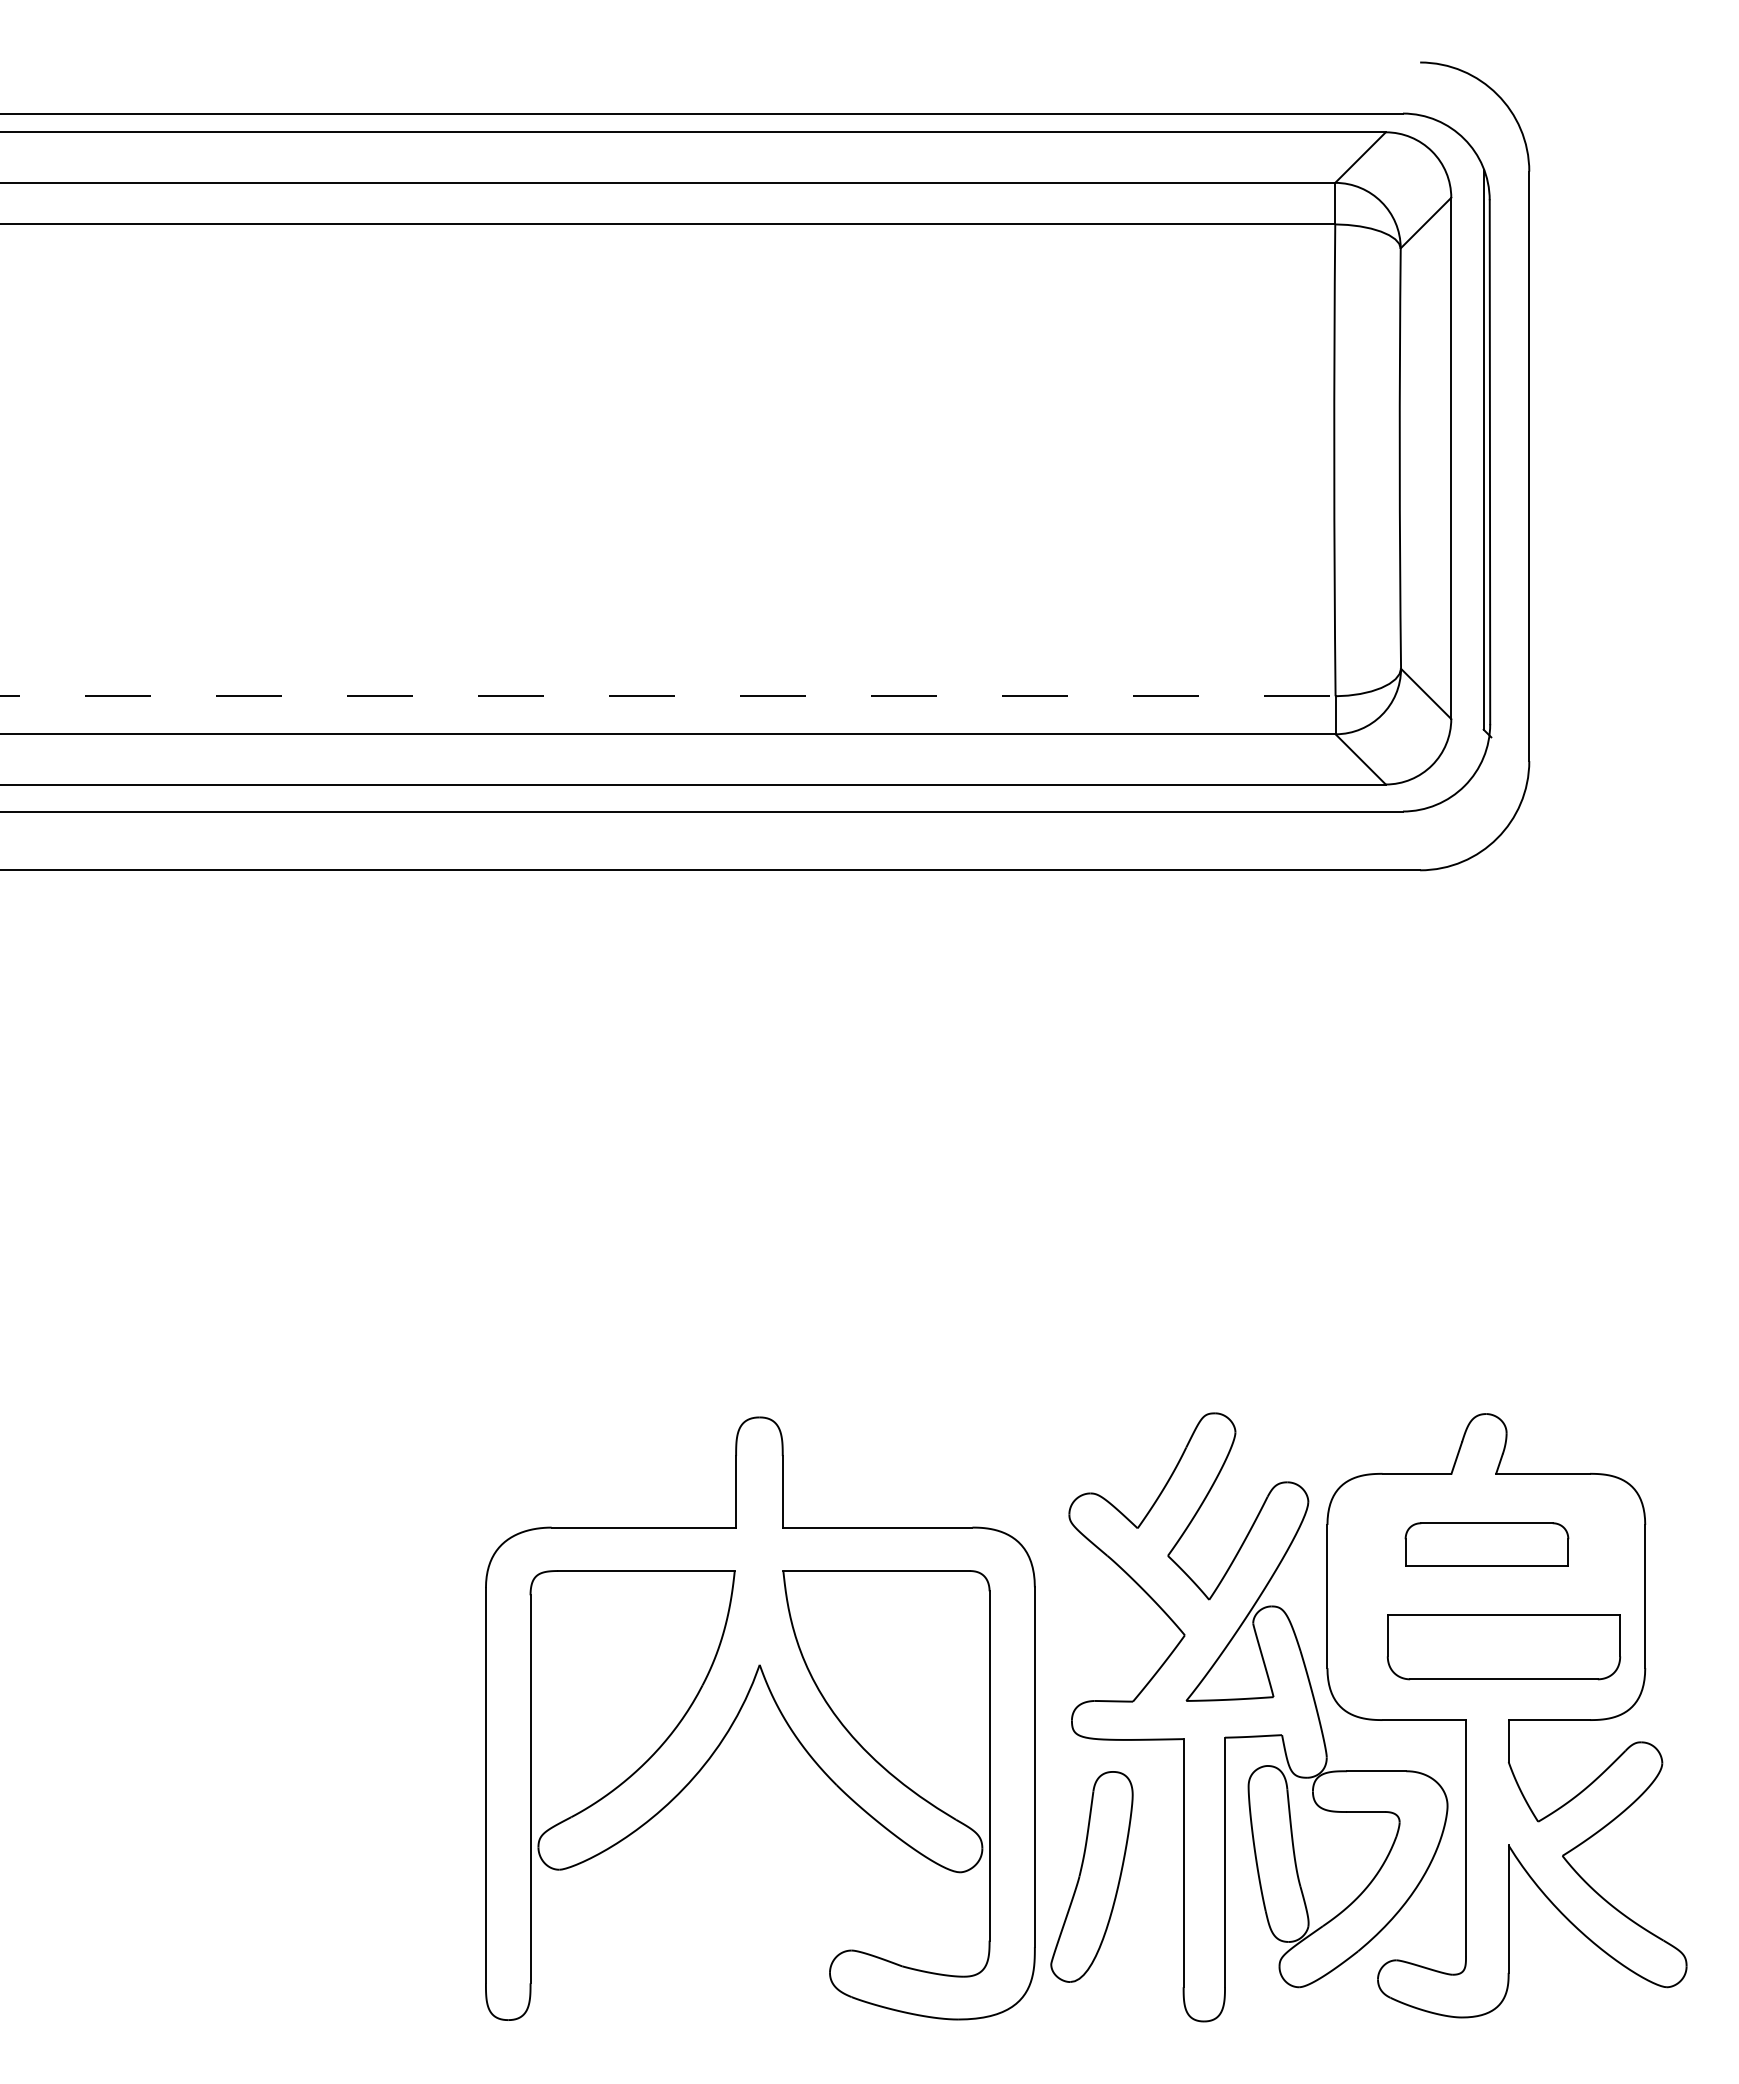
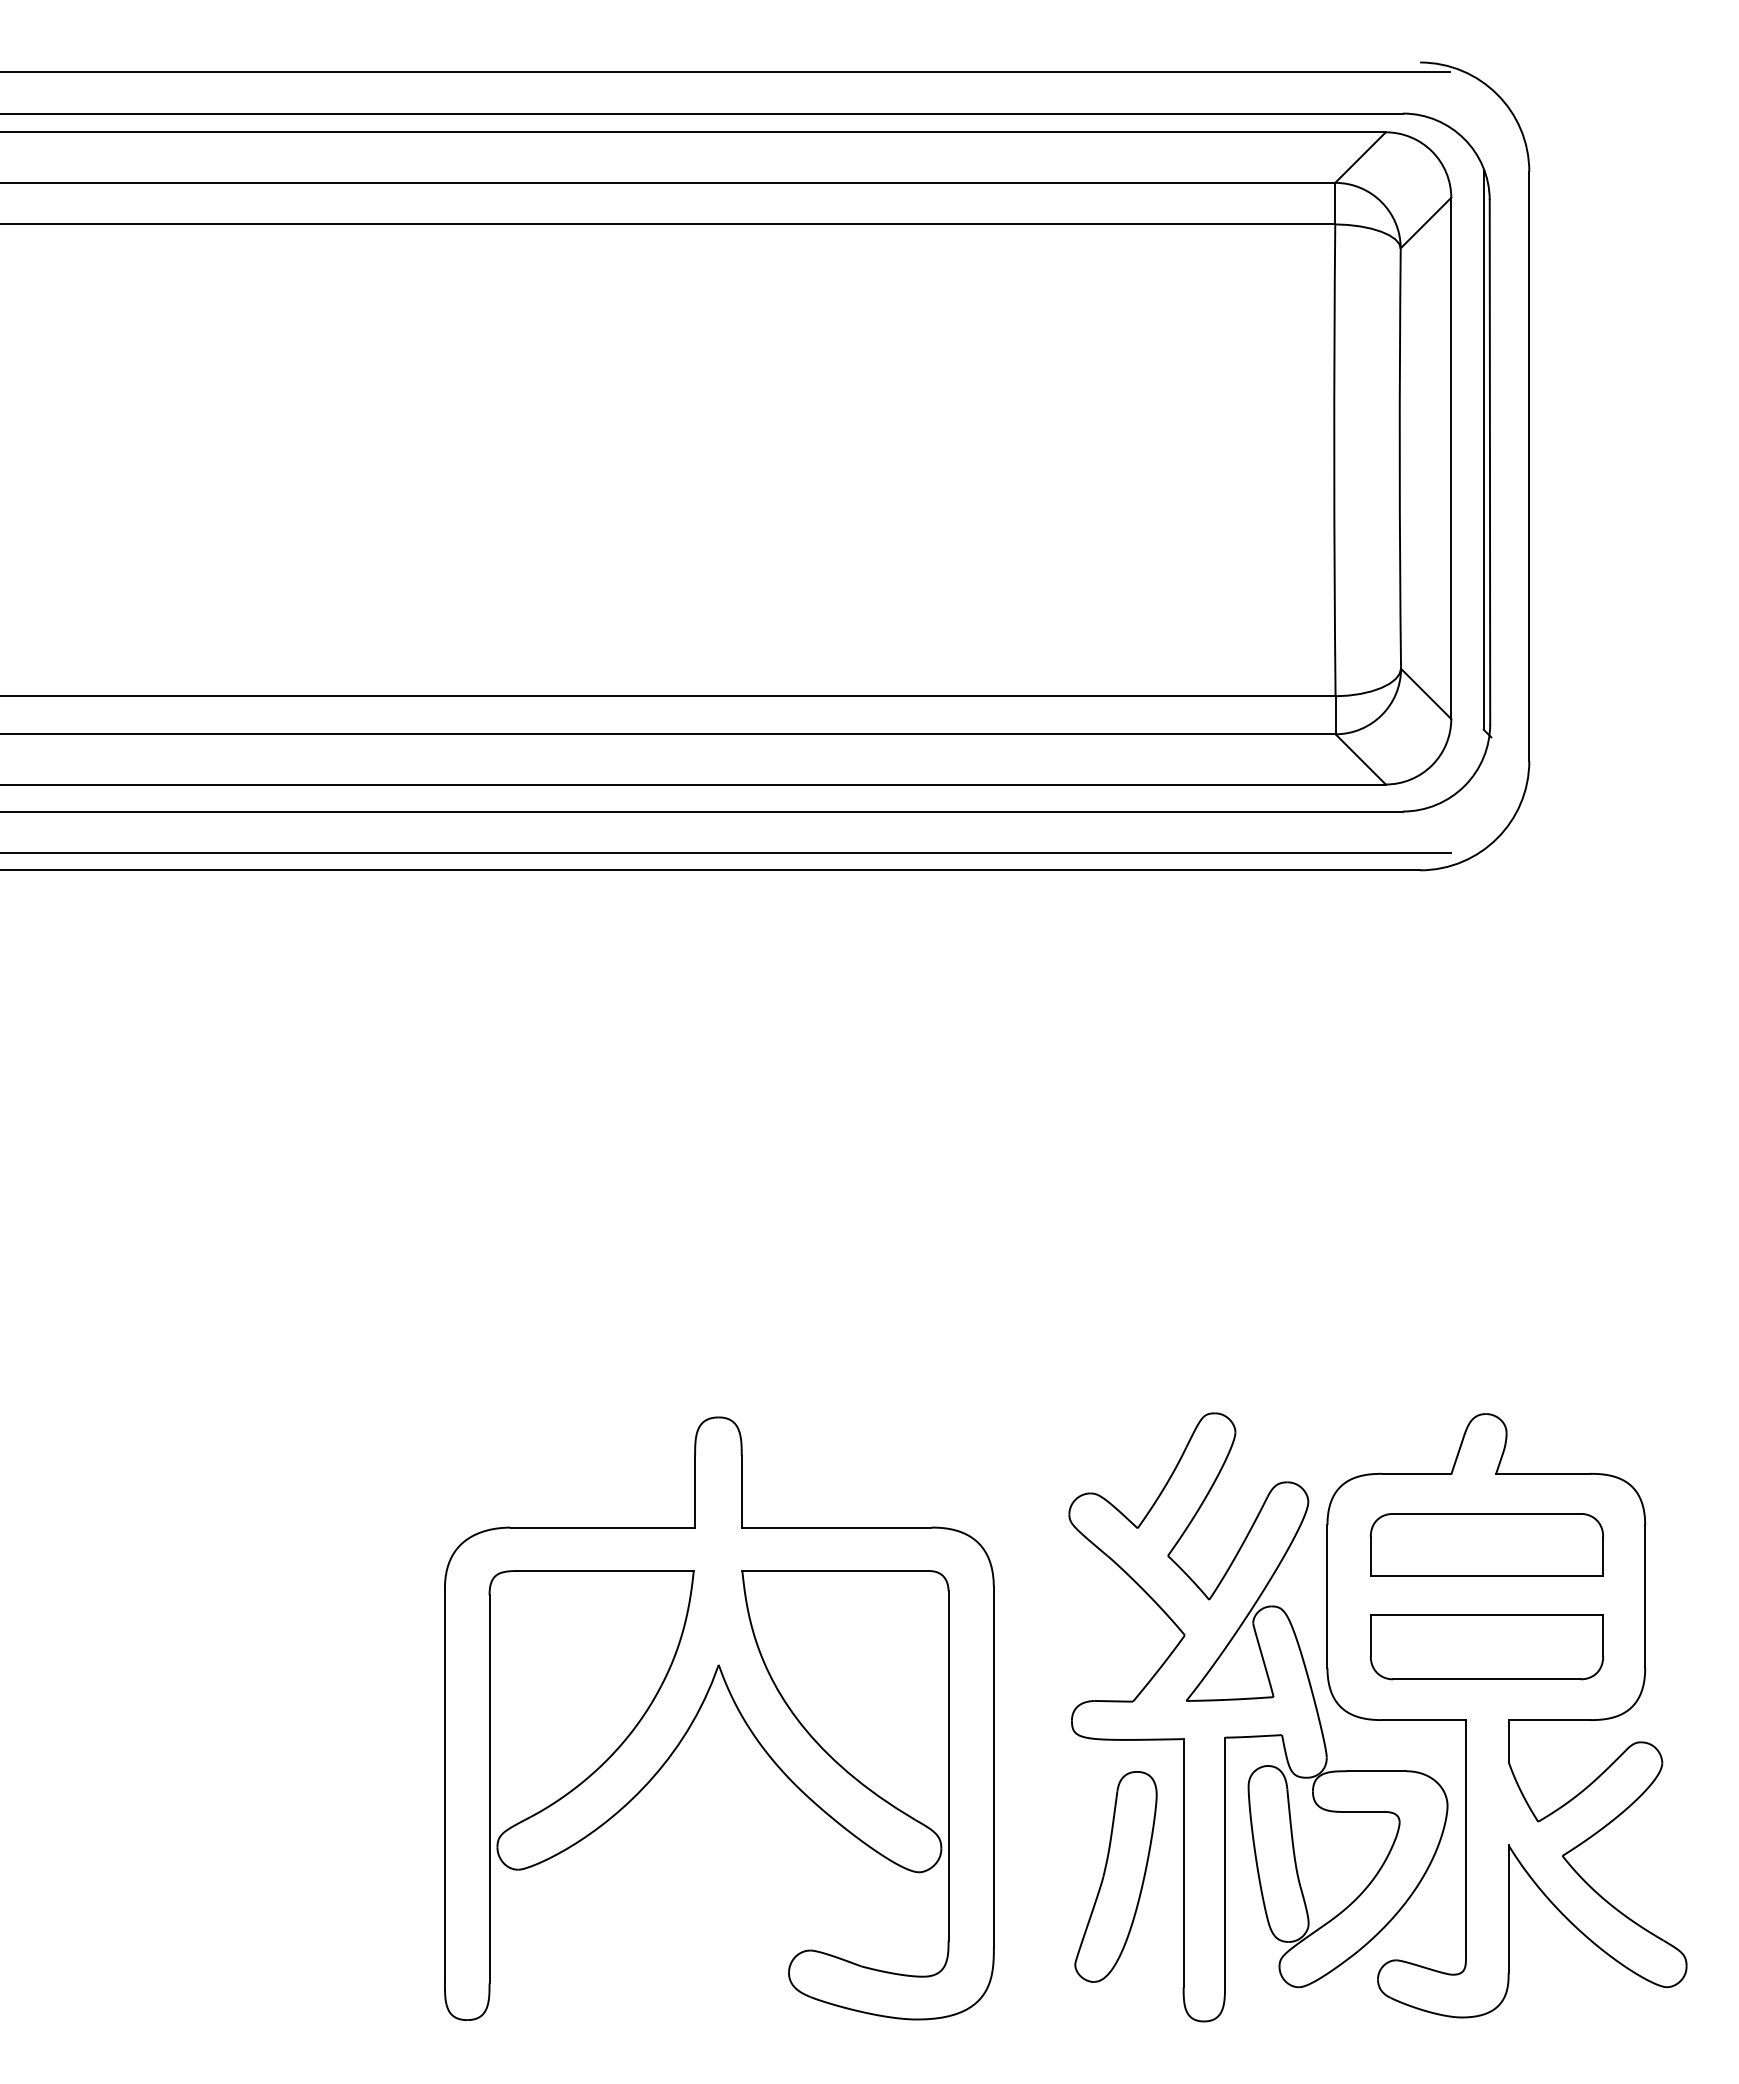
line at (726, 72): none -> present
line at (668, 696): dashed -> solid
line at (726, 853): none -> present
part at (1486, 1544) size: 166x45 px -> 236x64 px
part at (1503, 1647) position: (1503, 1647) -> (1486, 1647)
part at (778, 1710) position: (778, 1710) -> (737, 1710)
part at (1091, 1876) position: (1091, 1876) -> (1115, 1876)
